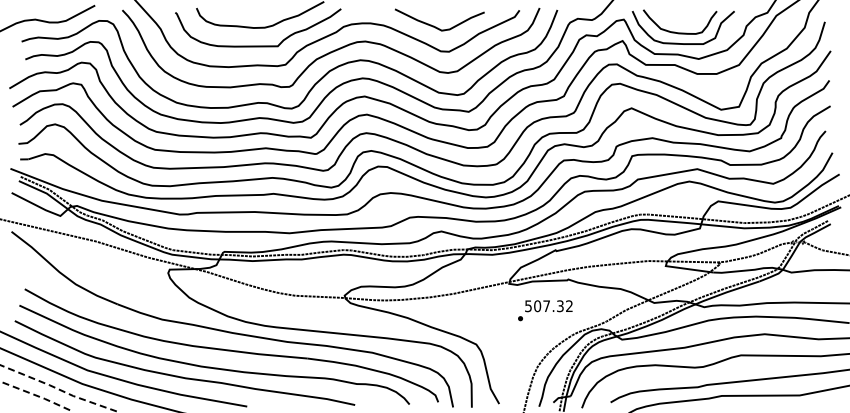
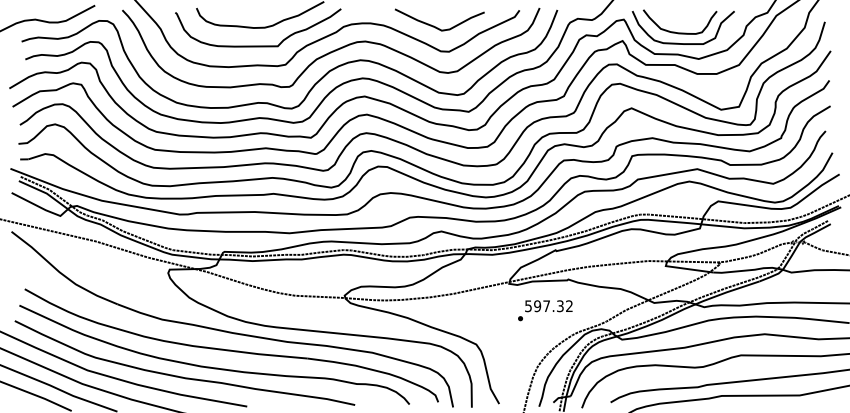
text at (537, 306): 507.32 -> 597.32
line at (58, 389): dashed -> solid
line at (37, 396): dashed -> solid
